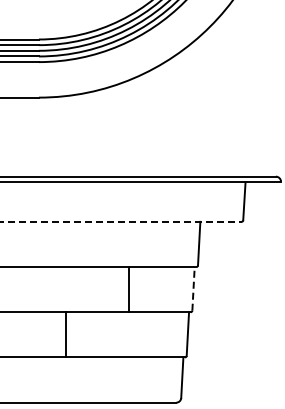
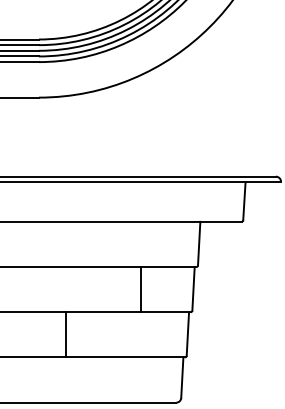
line at (121, 221): dashed -> solid
line at (193, 288): dashed -> solid
line at (128, 289) position: (128, 289) -> (140, 289)
